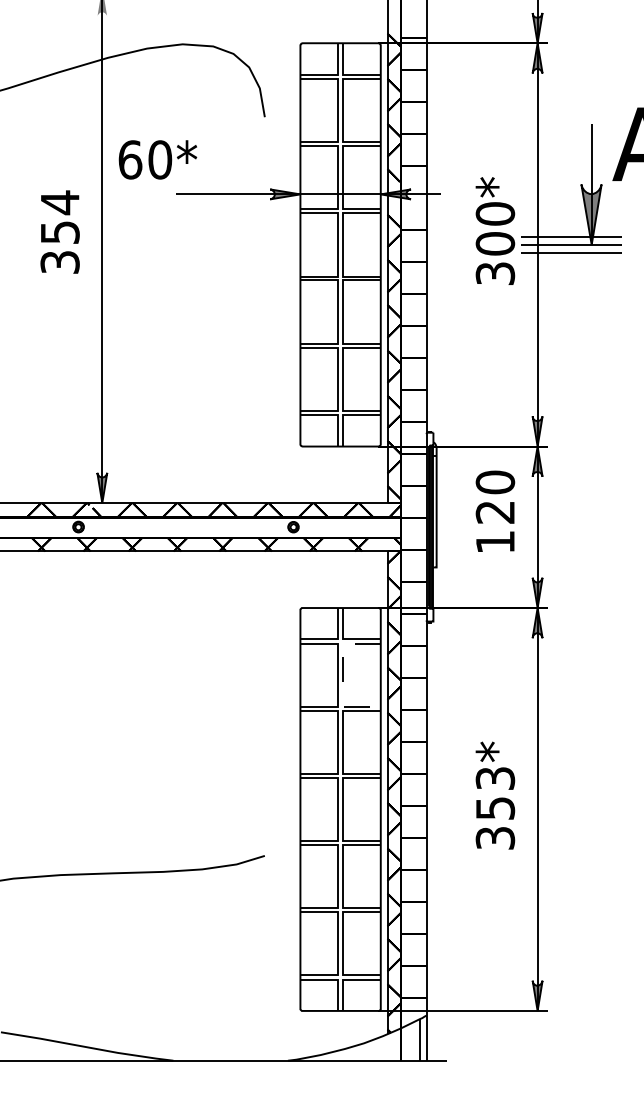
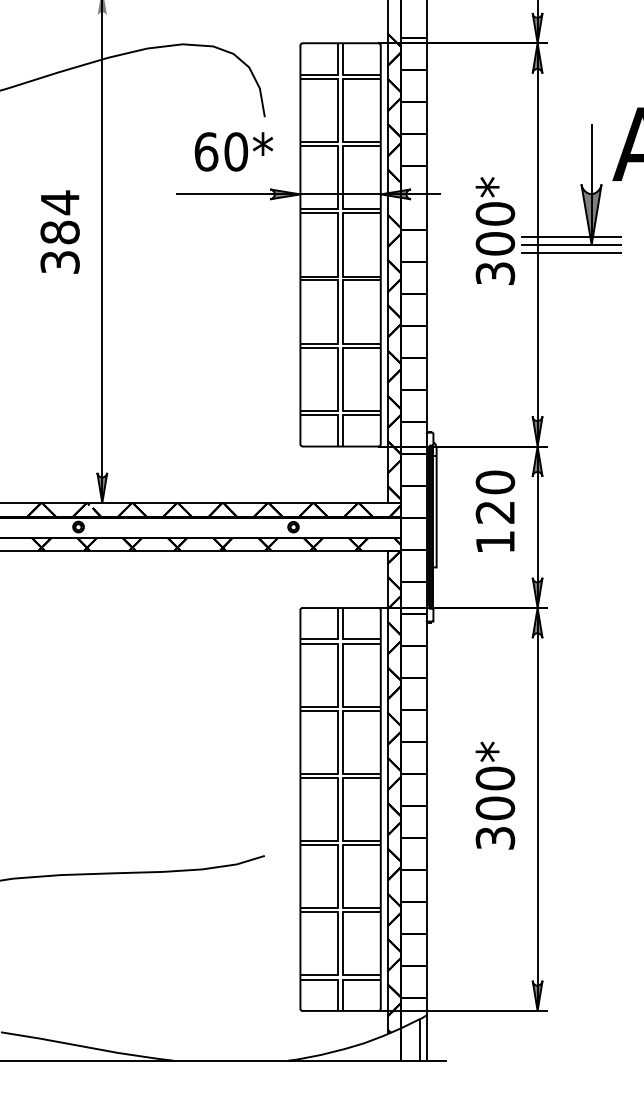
text at (157, 159) position: (157, 159) -> (233, 151)
text at (59, 232): 354 -> 384
line at (342, 675): dashed -> solid
text at (495, 793): 353* -> 300*
